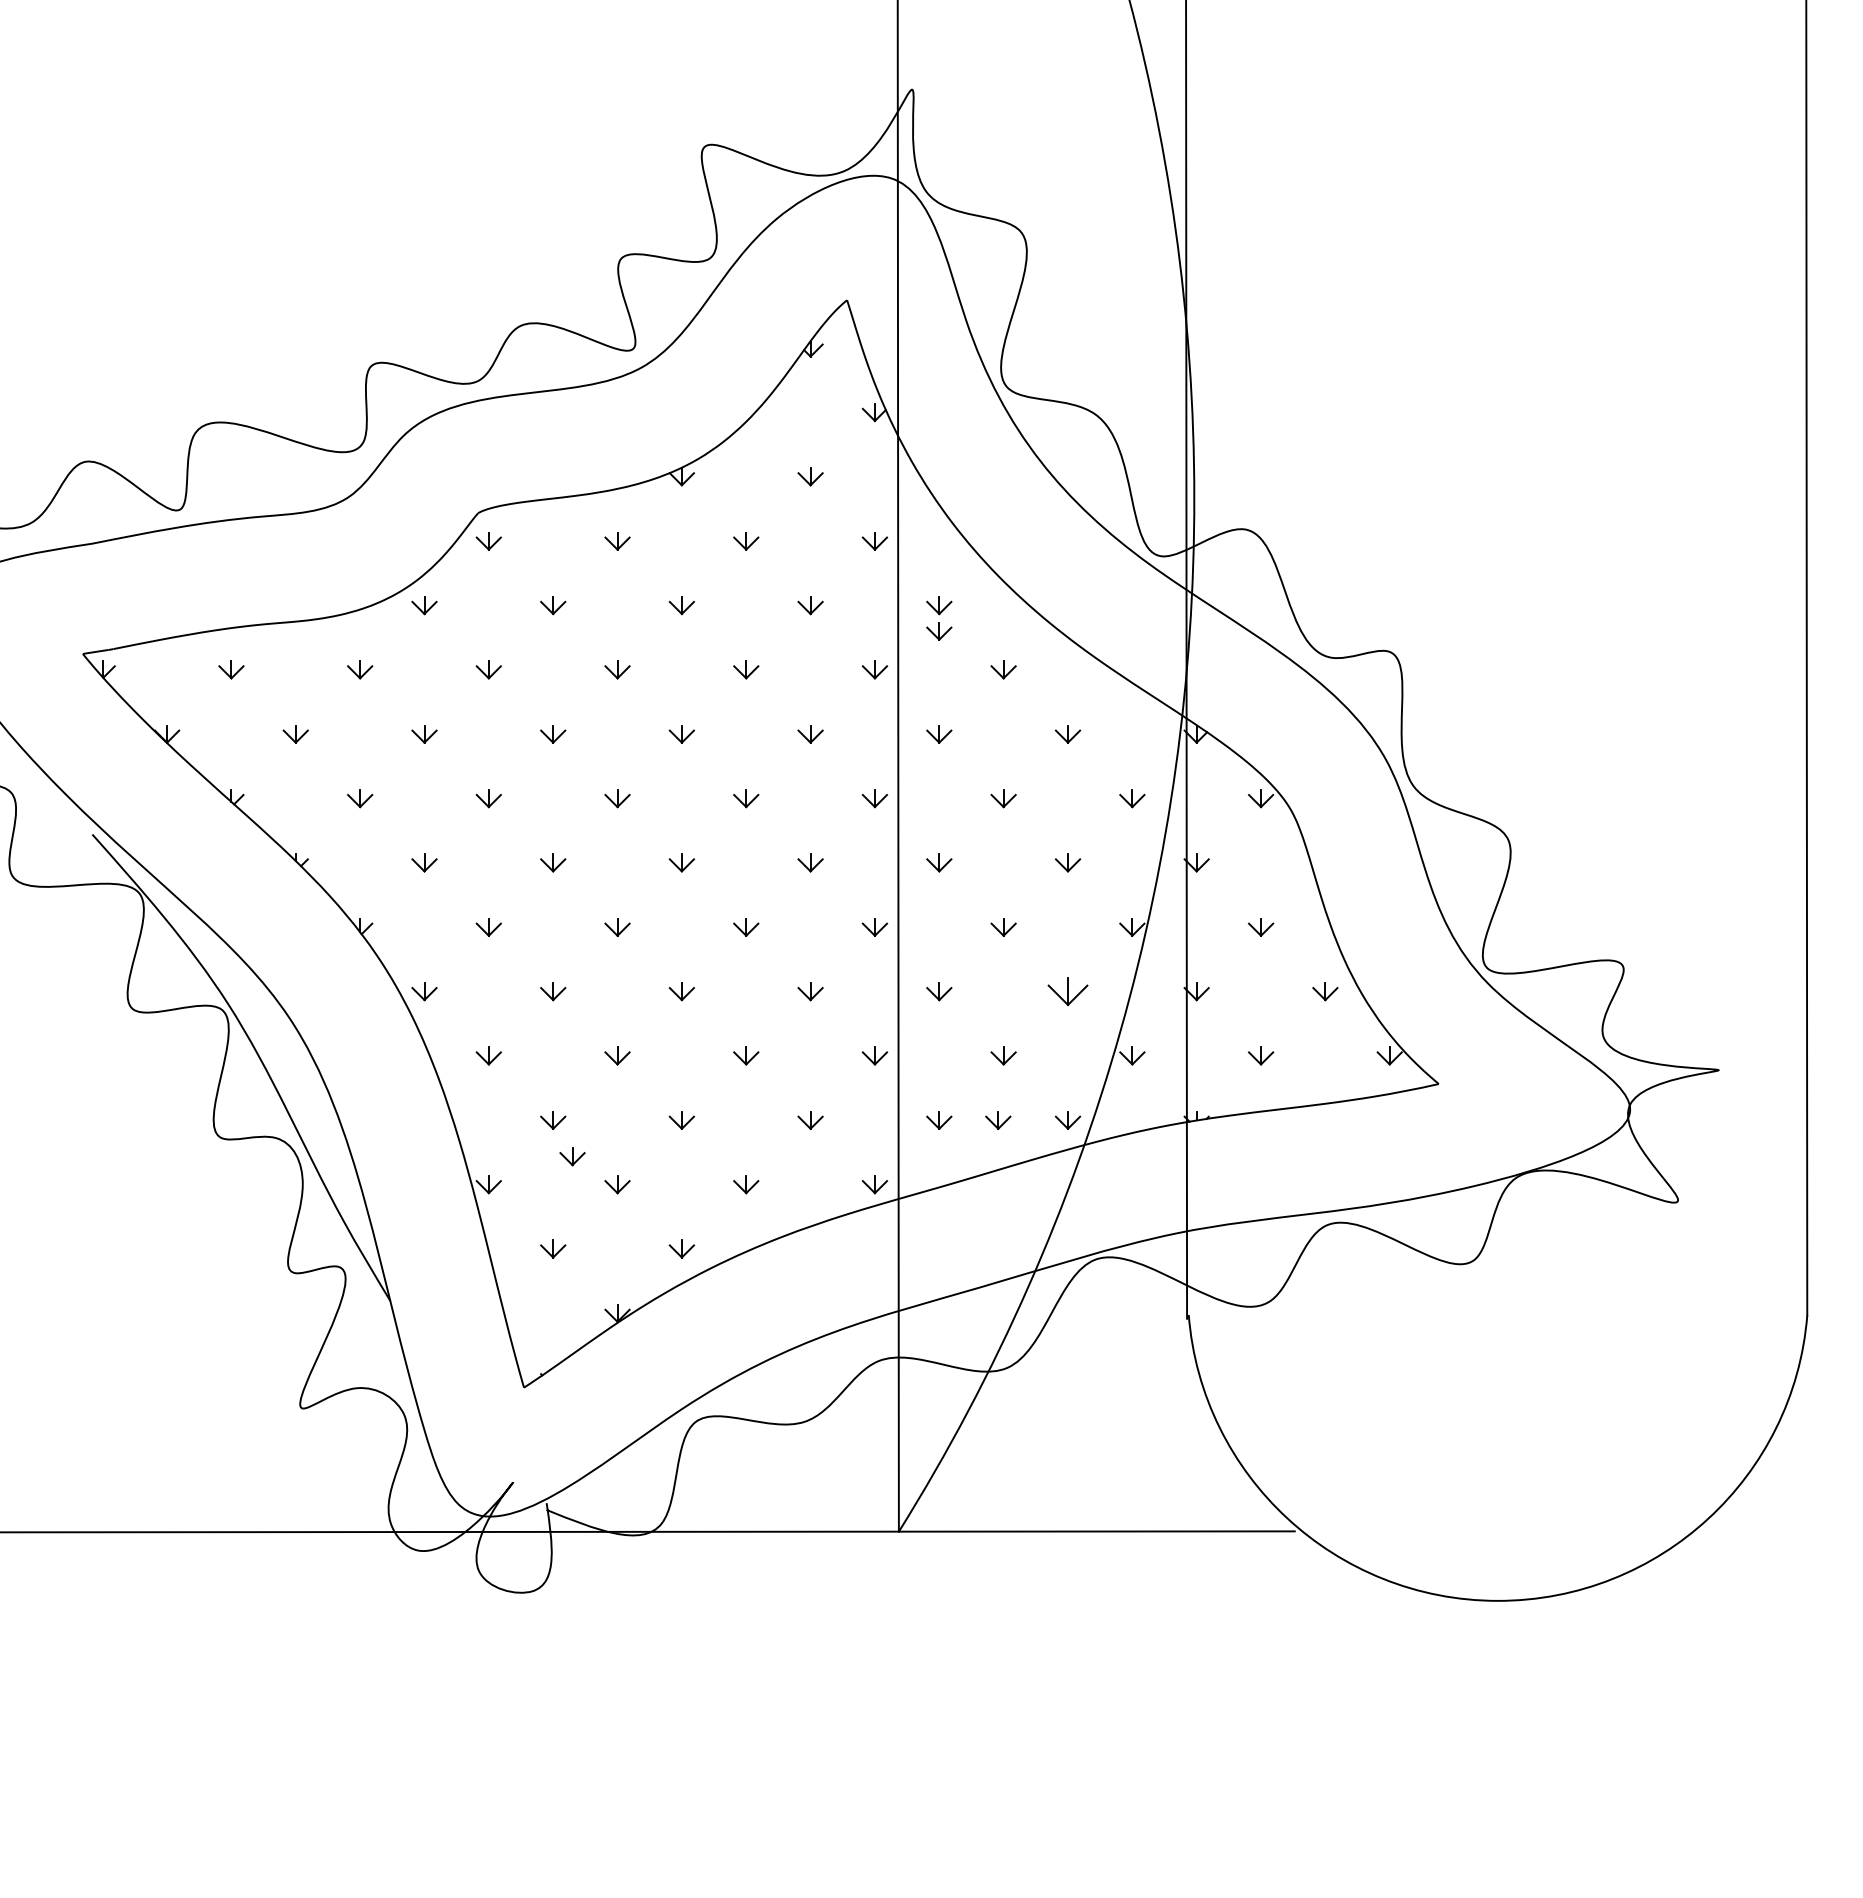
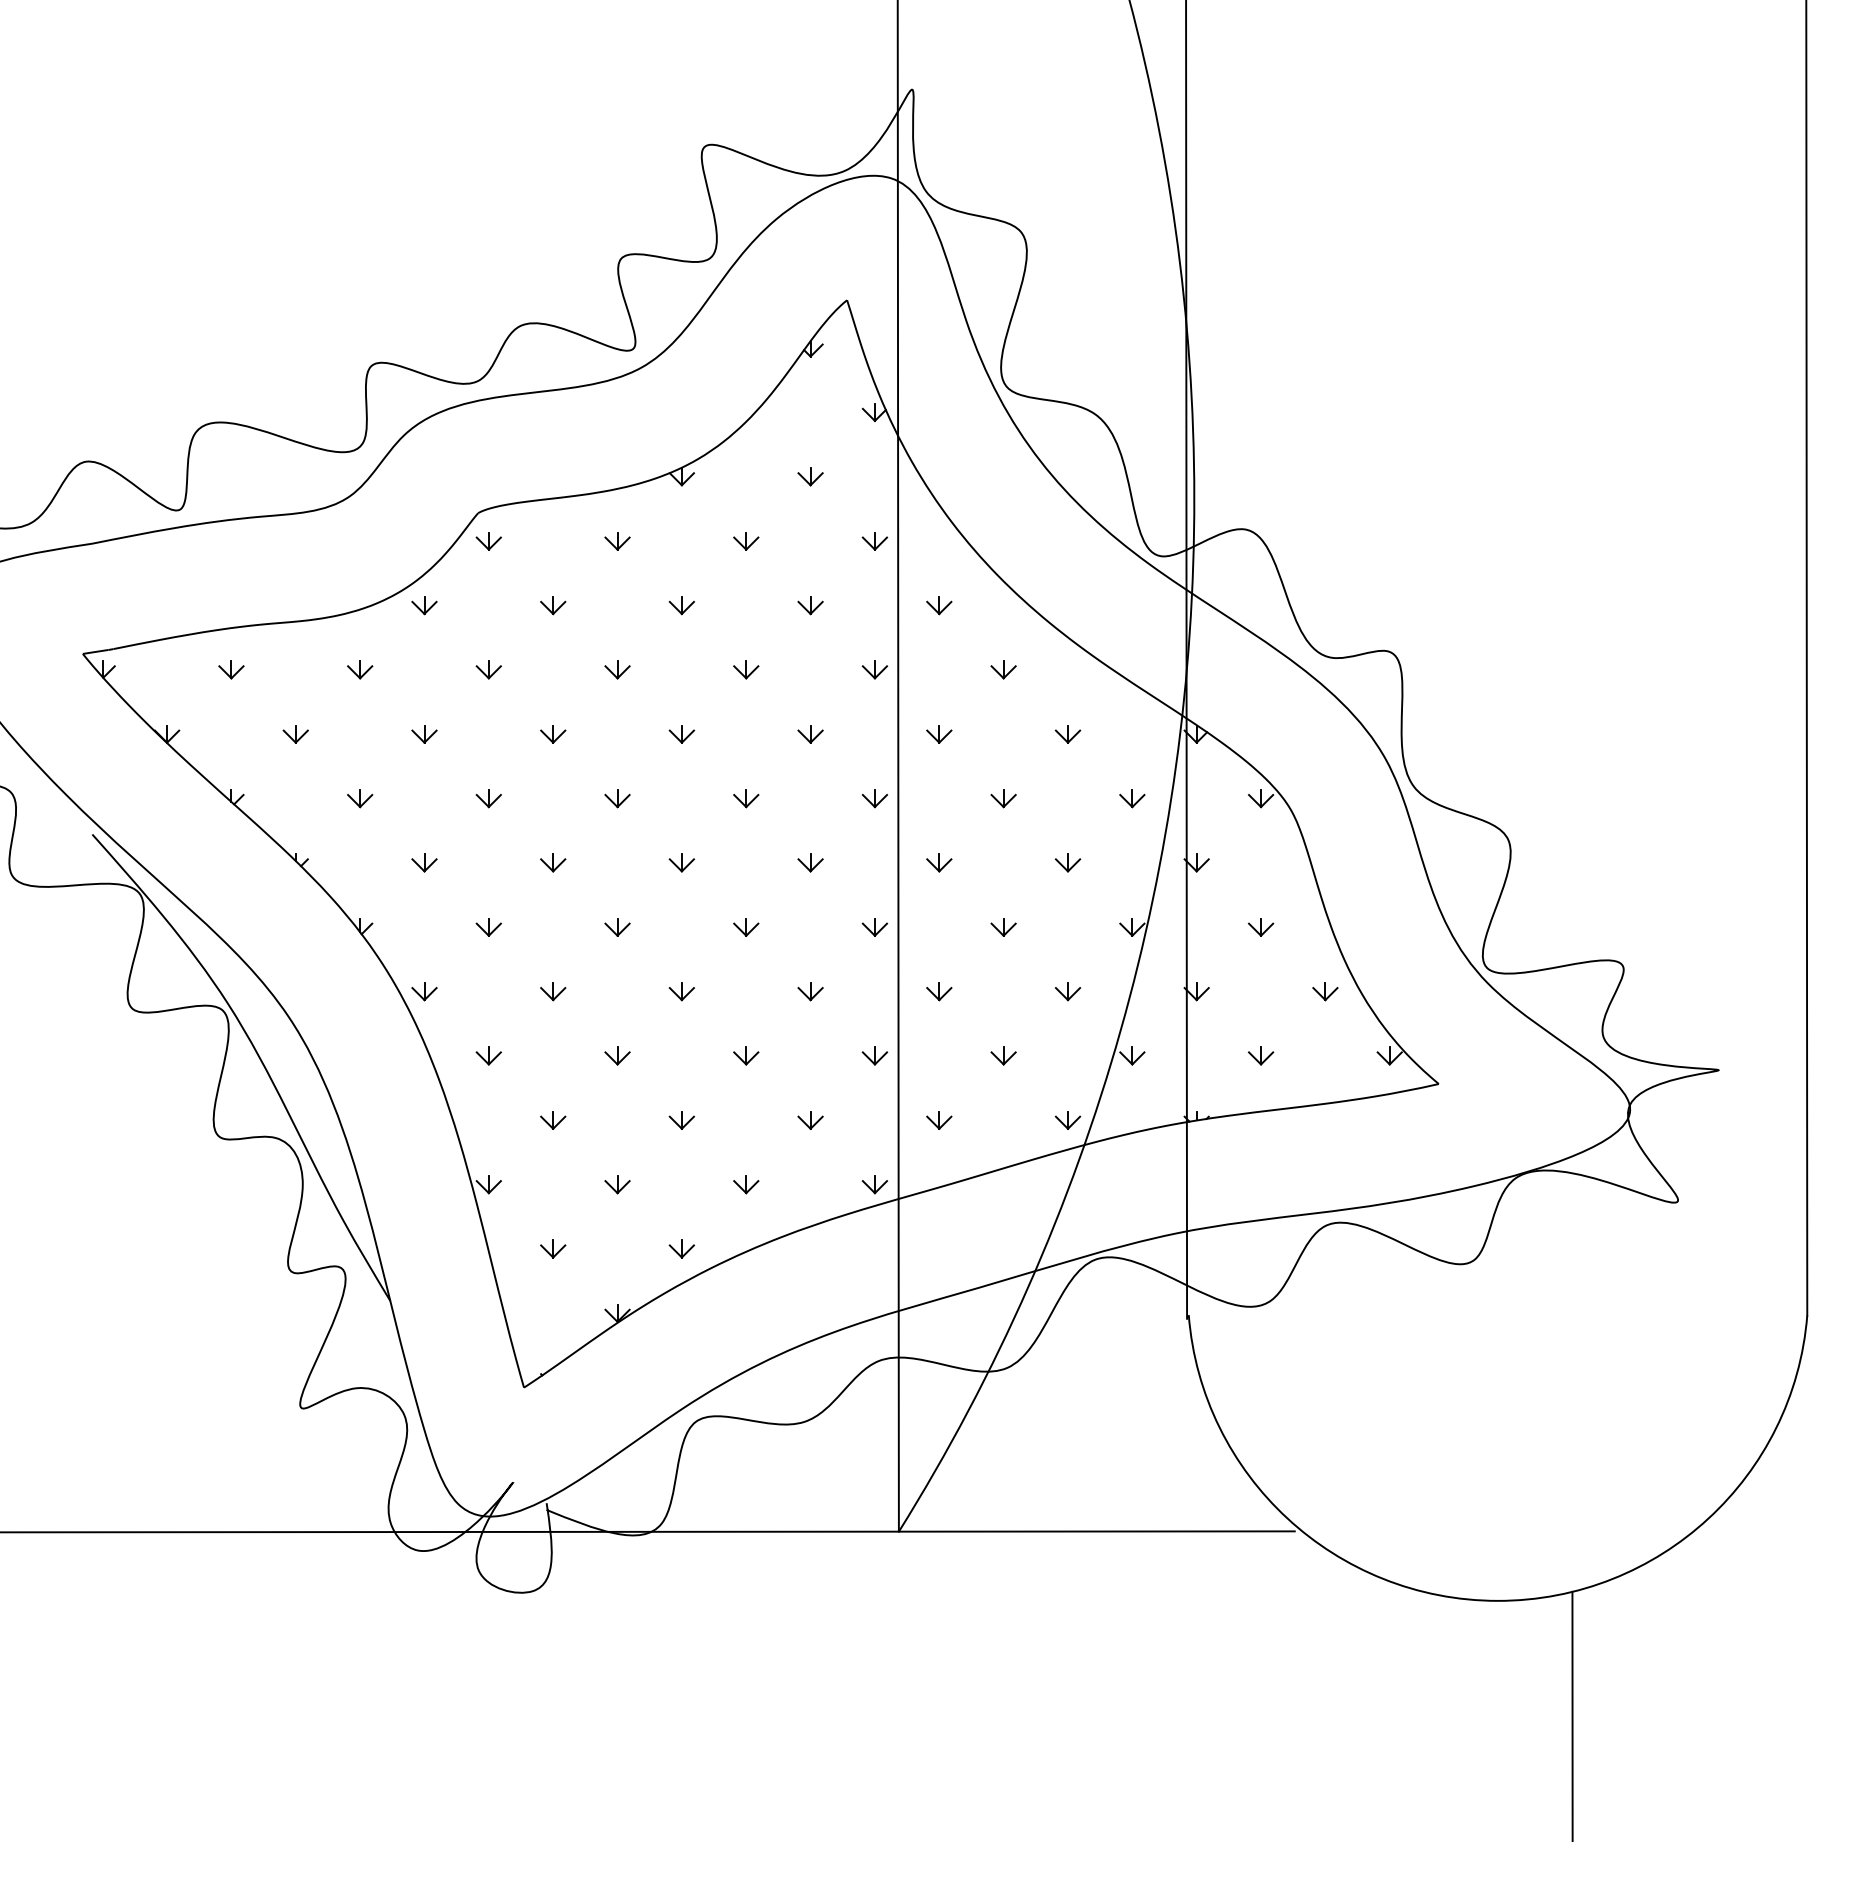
part at (939, 631): present -> none
part at (1067, 991) size: 42x30 px -> 26x20 px
part at (998, 1120): present -> none
part at (572, 1156): present -> none
line at (1572, 1716): none -> present
